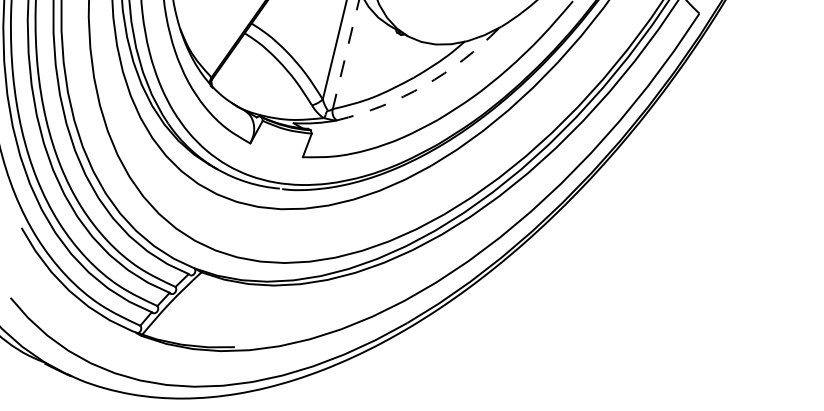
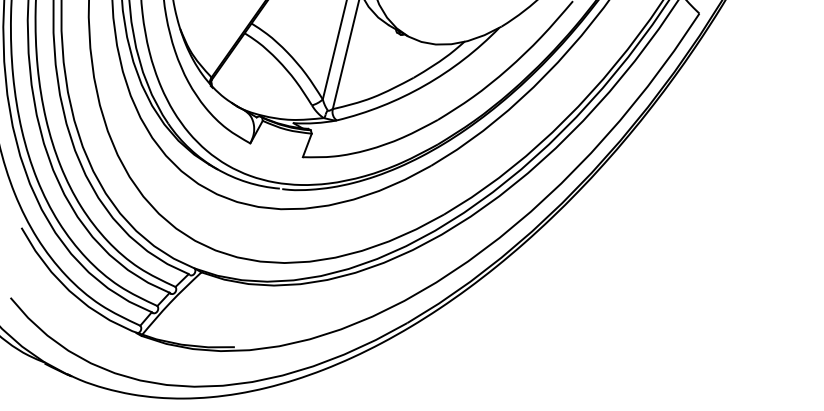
line at (345, 54): dashed -> solid
arc at (424, 85): dashed -> solid
